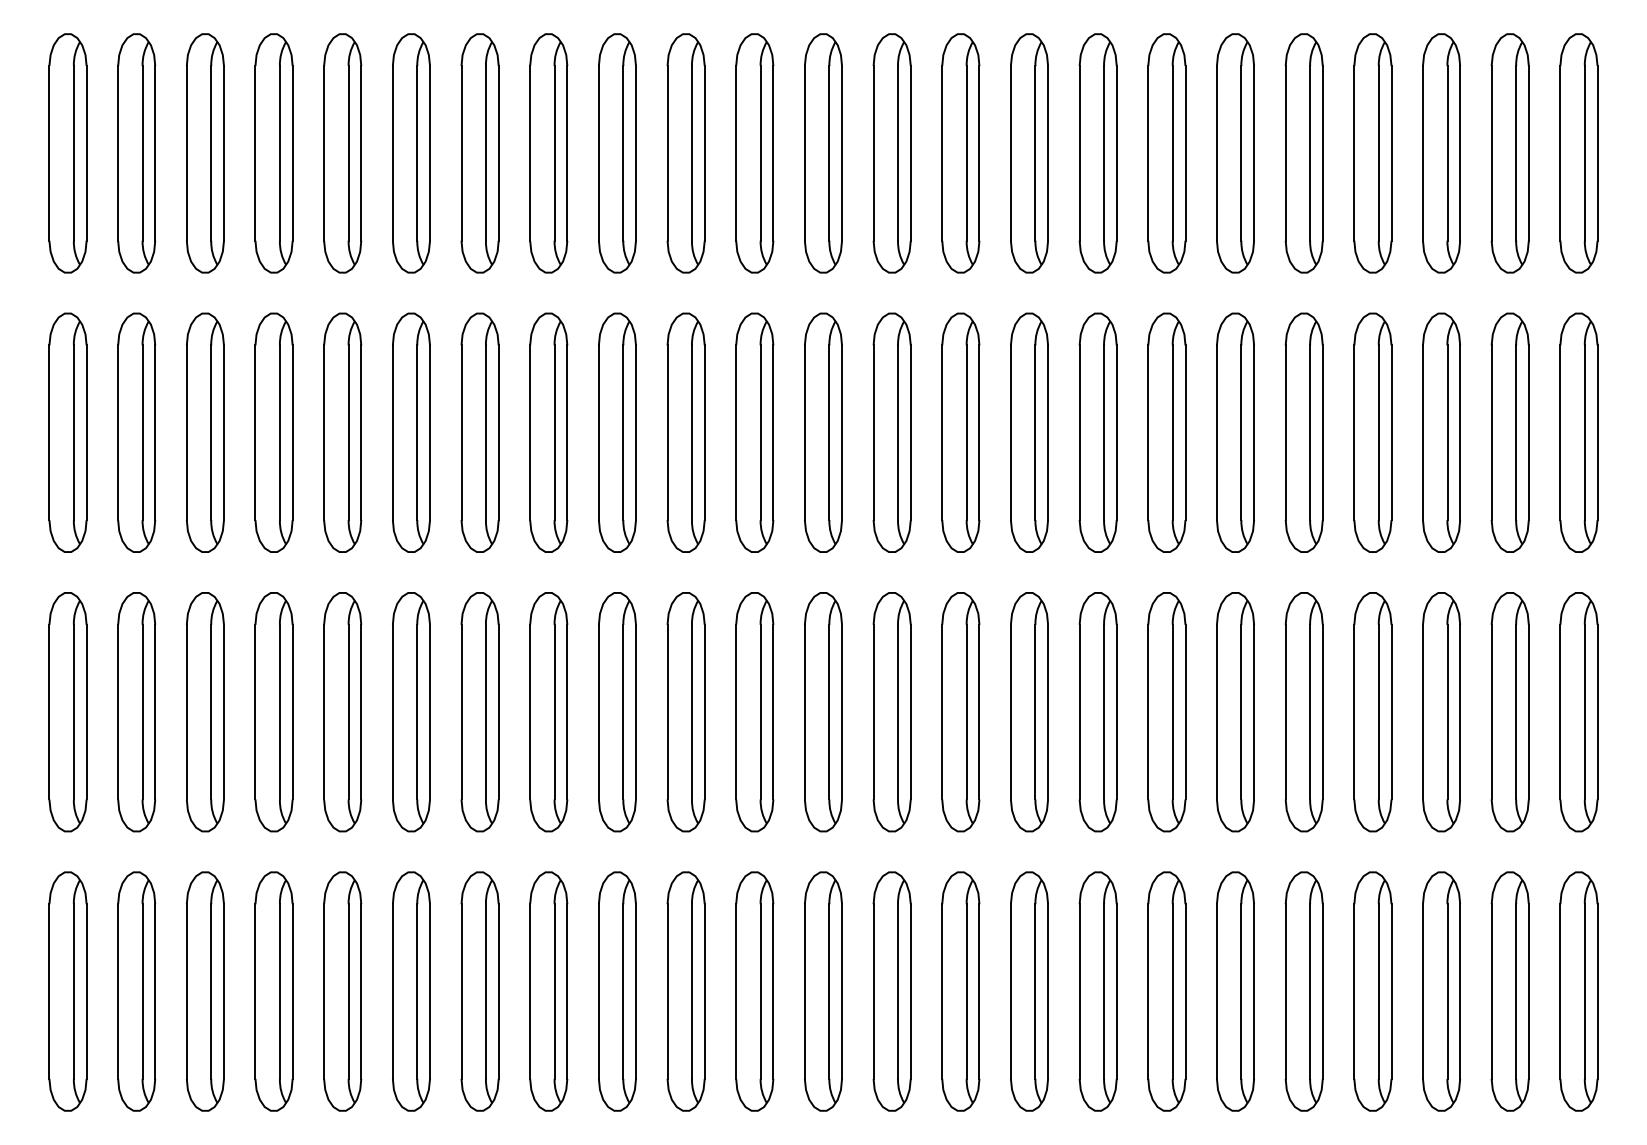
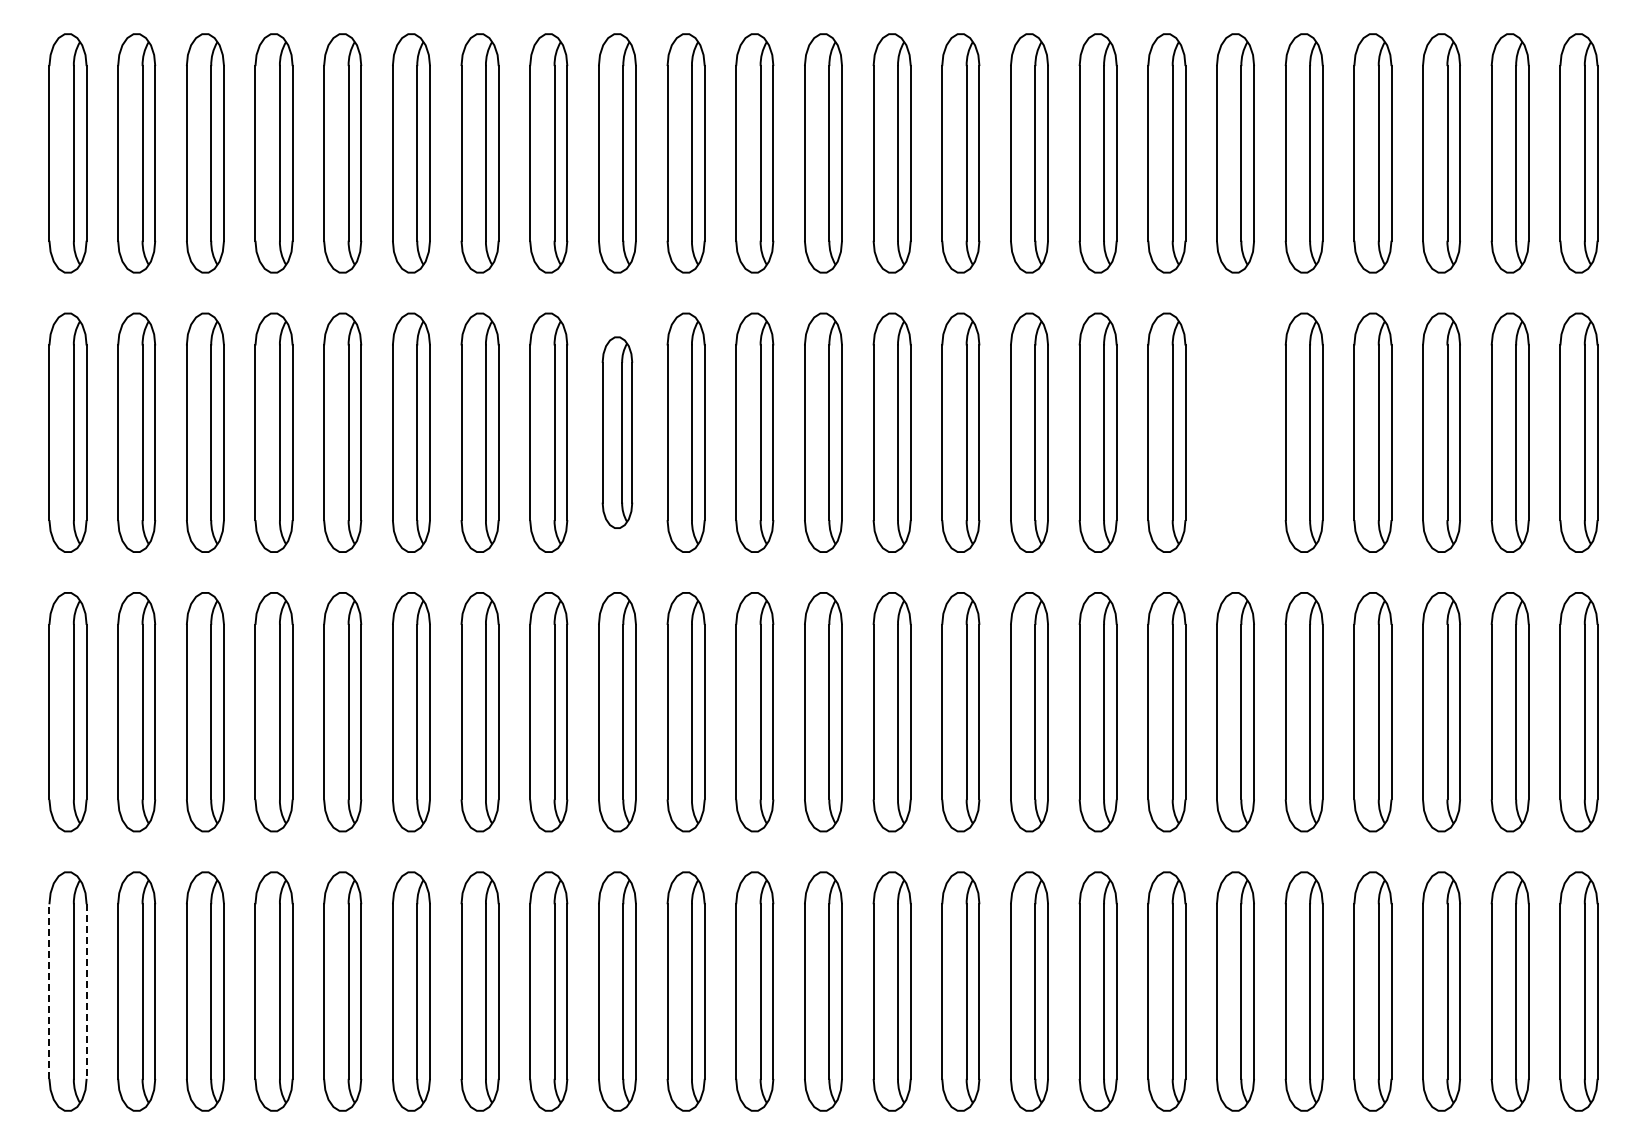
part at (617, 432) size: 39x241 px -> 33x193 px
part at (1235, 432): present -> none
line at (49, 991): solid -> dashed
line at (86, 992): solid -> dashed
